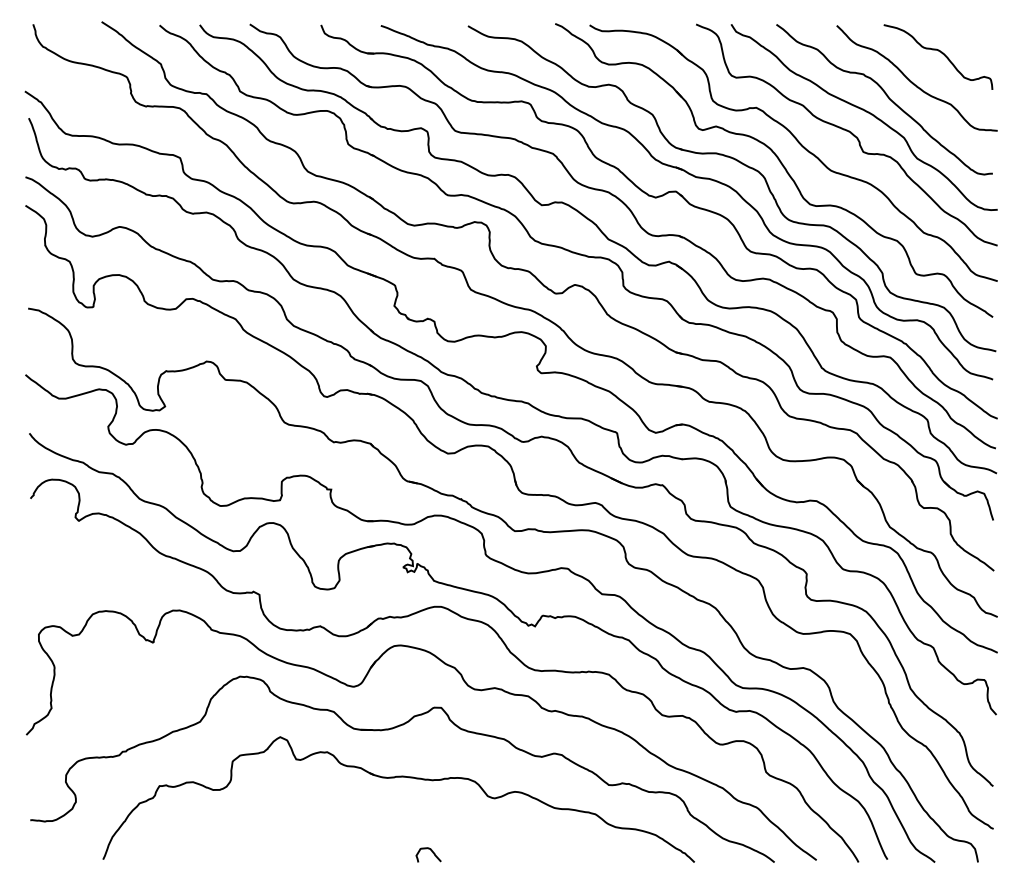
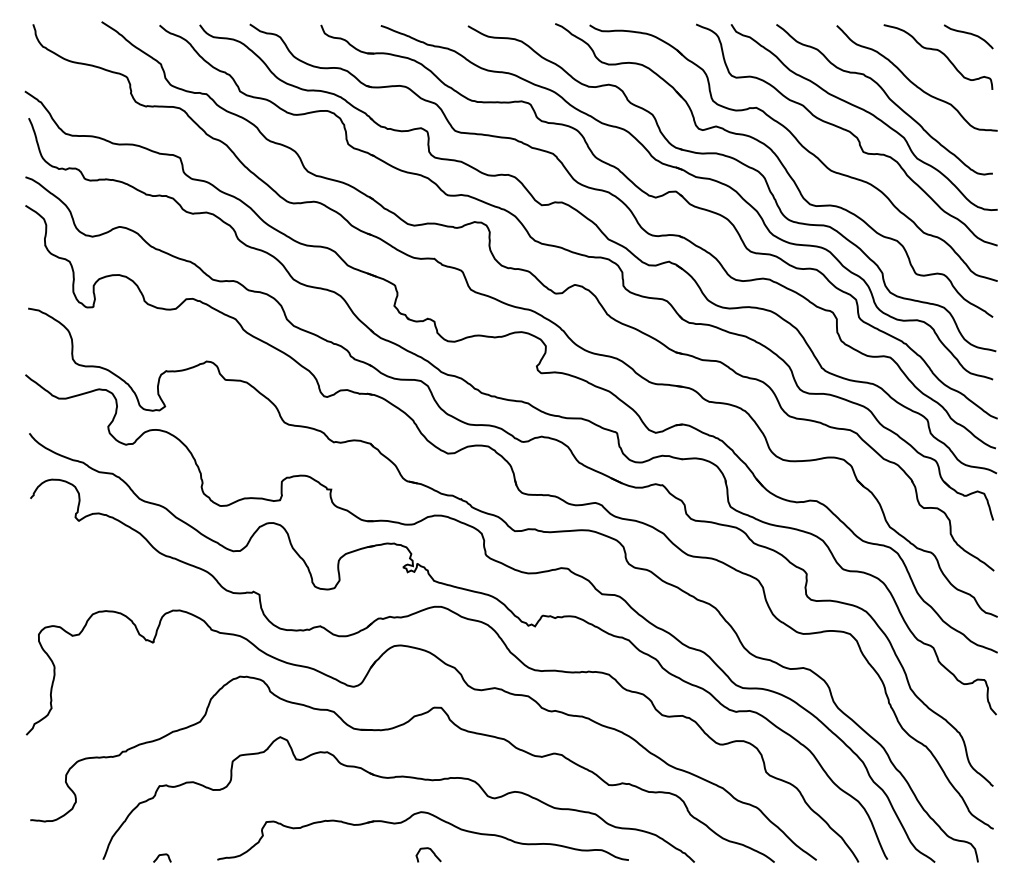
curve at (968, 34): none -> present
part at (410, 818): none -> present
curve at (162, 855): none -> present
